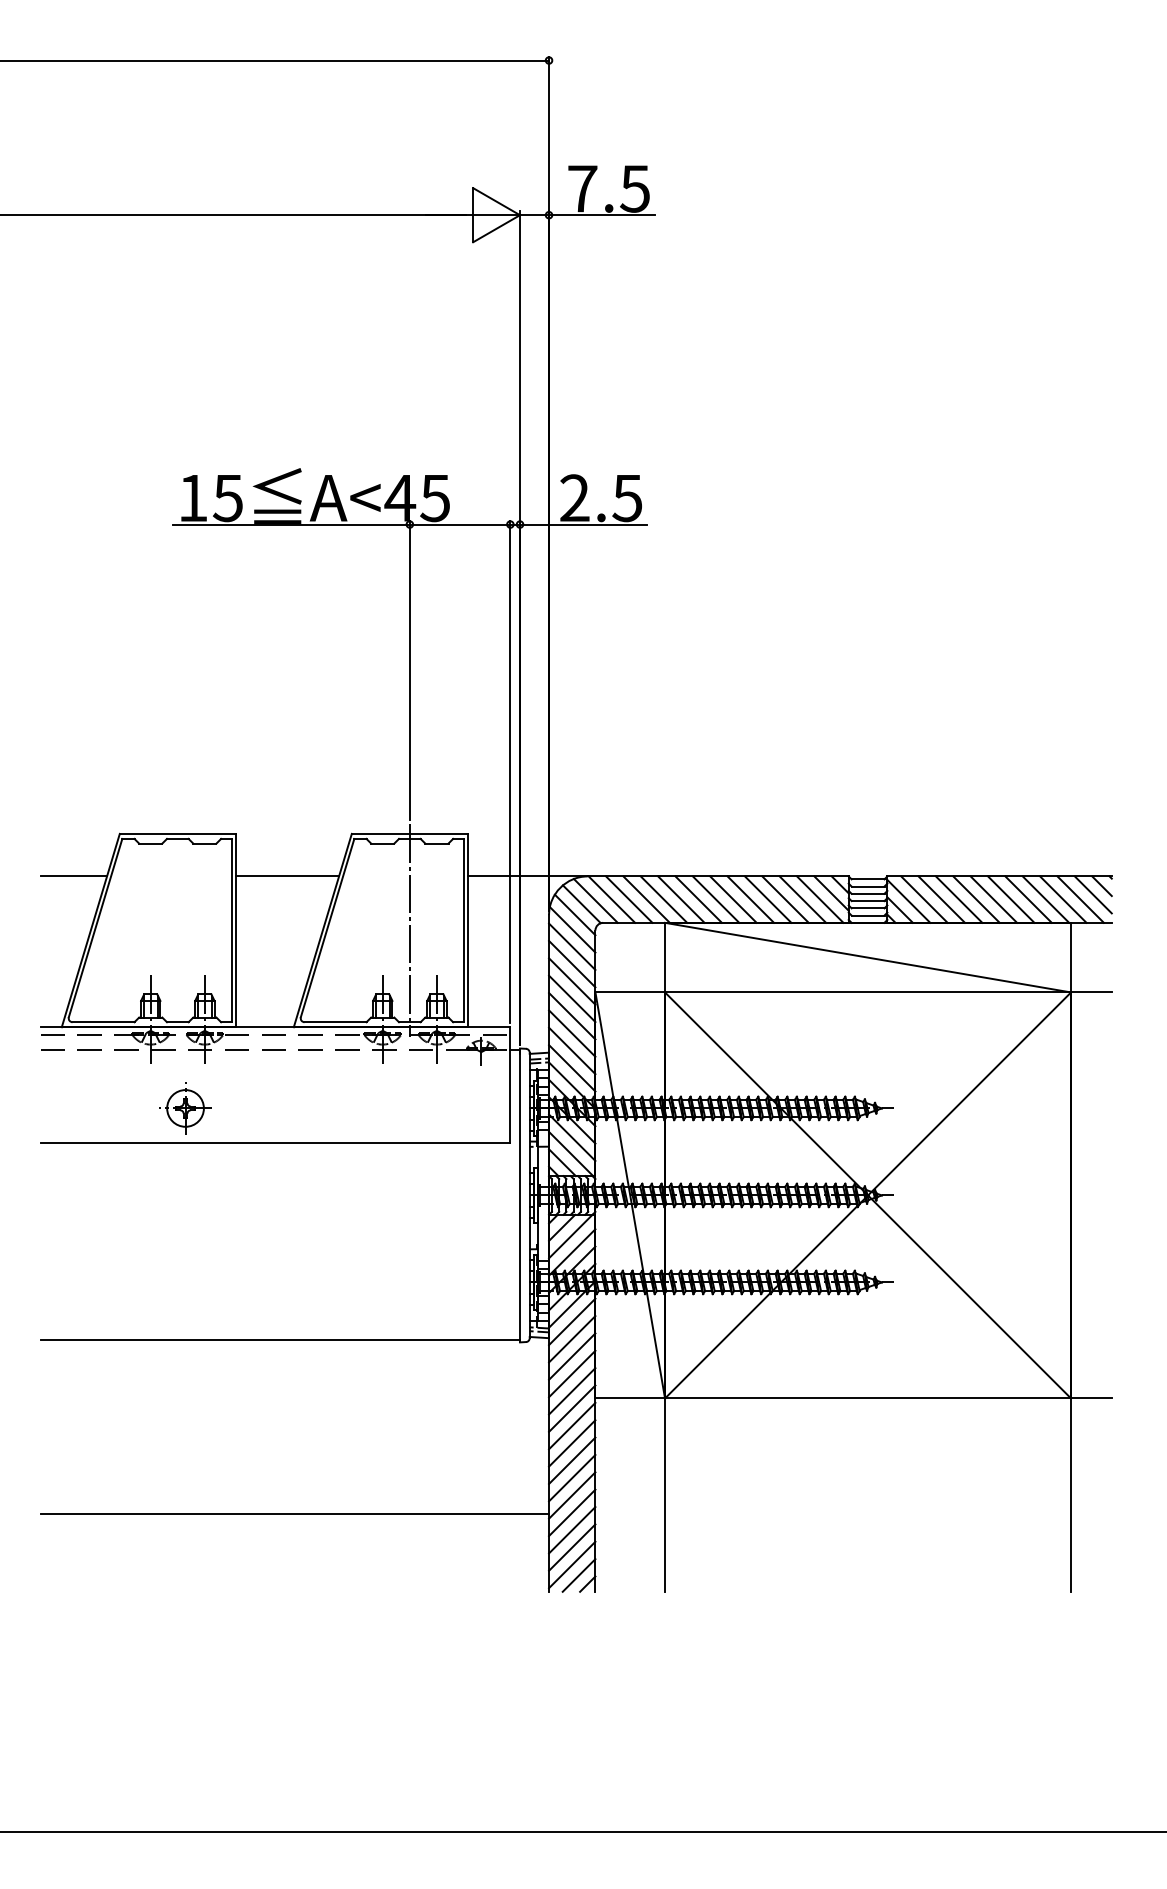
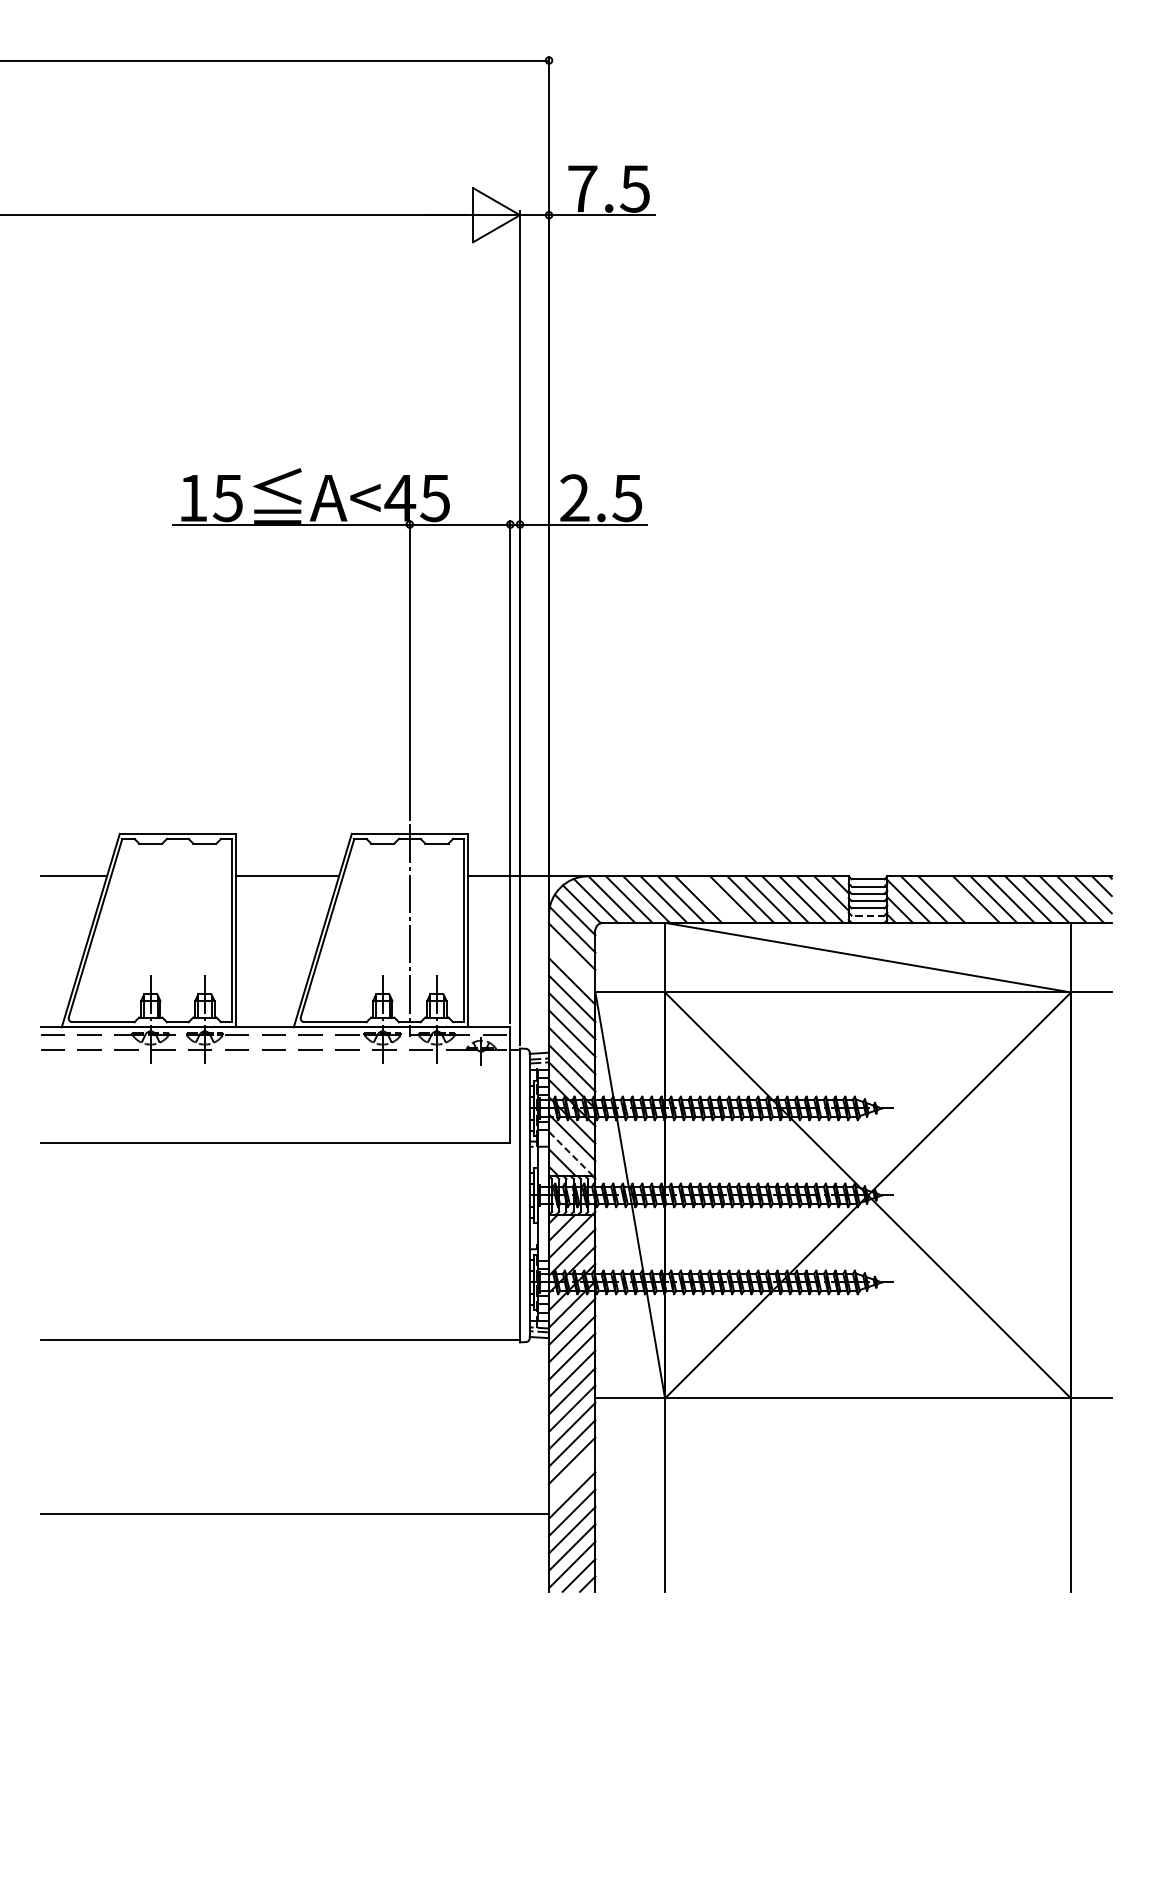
line at (715, 899): present -> none
line at (958, 899): present -> none
line at (867, 915): solid -> dashed
line at (572, 963): present -> none
part at (185, 1108): present -> none
line at (570, 1153): solid -> dashed
line at (572, 1477): present -> none
line at (582, 1832): present -> none
